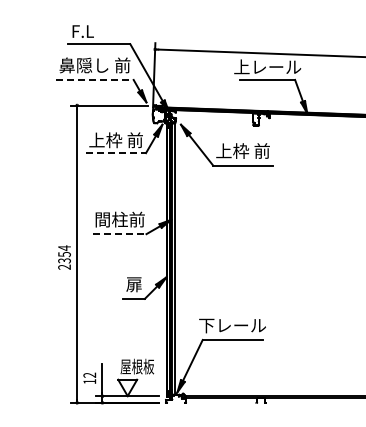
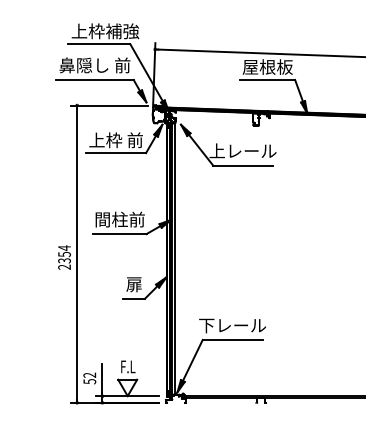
text at (105, 31): F.L -> 上枠補強
text at (267, 66): 上レール -> 屋根板
line at (94, 79): dashed -> solid
text at (242, 150): 上枠 前 -> 上レール
line at (116, 153): dashed -> solid
line at (119, 234): dashed -> solid
text at (137, 366): 屋根板 -> F.L
text at (89, 381): 12 -> 52
